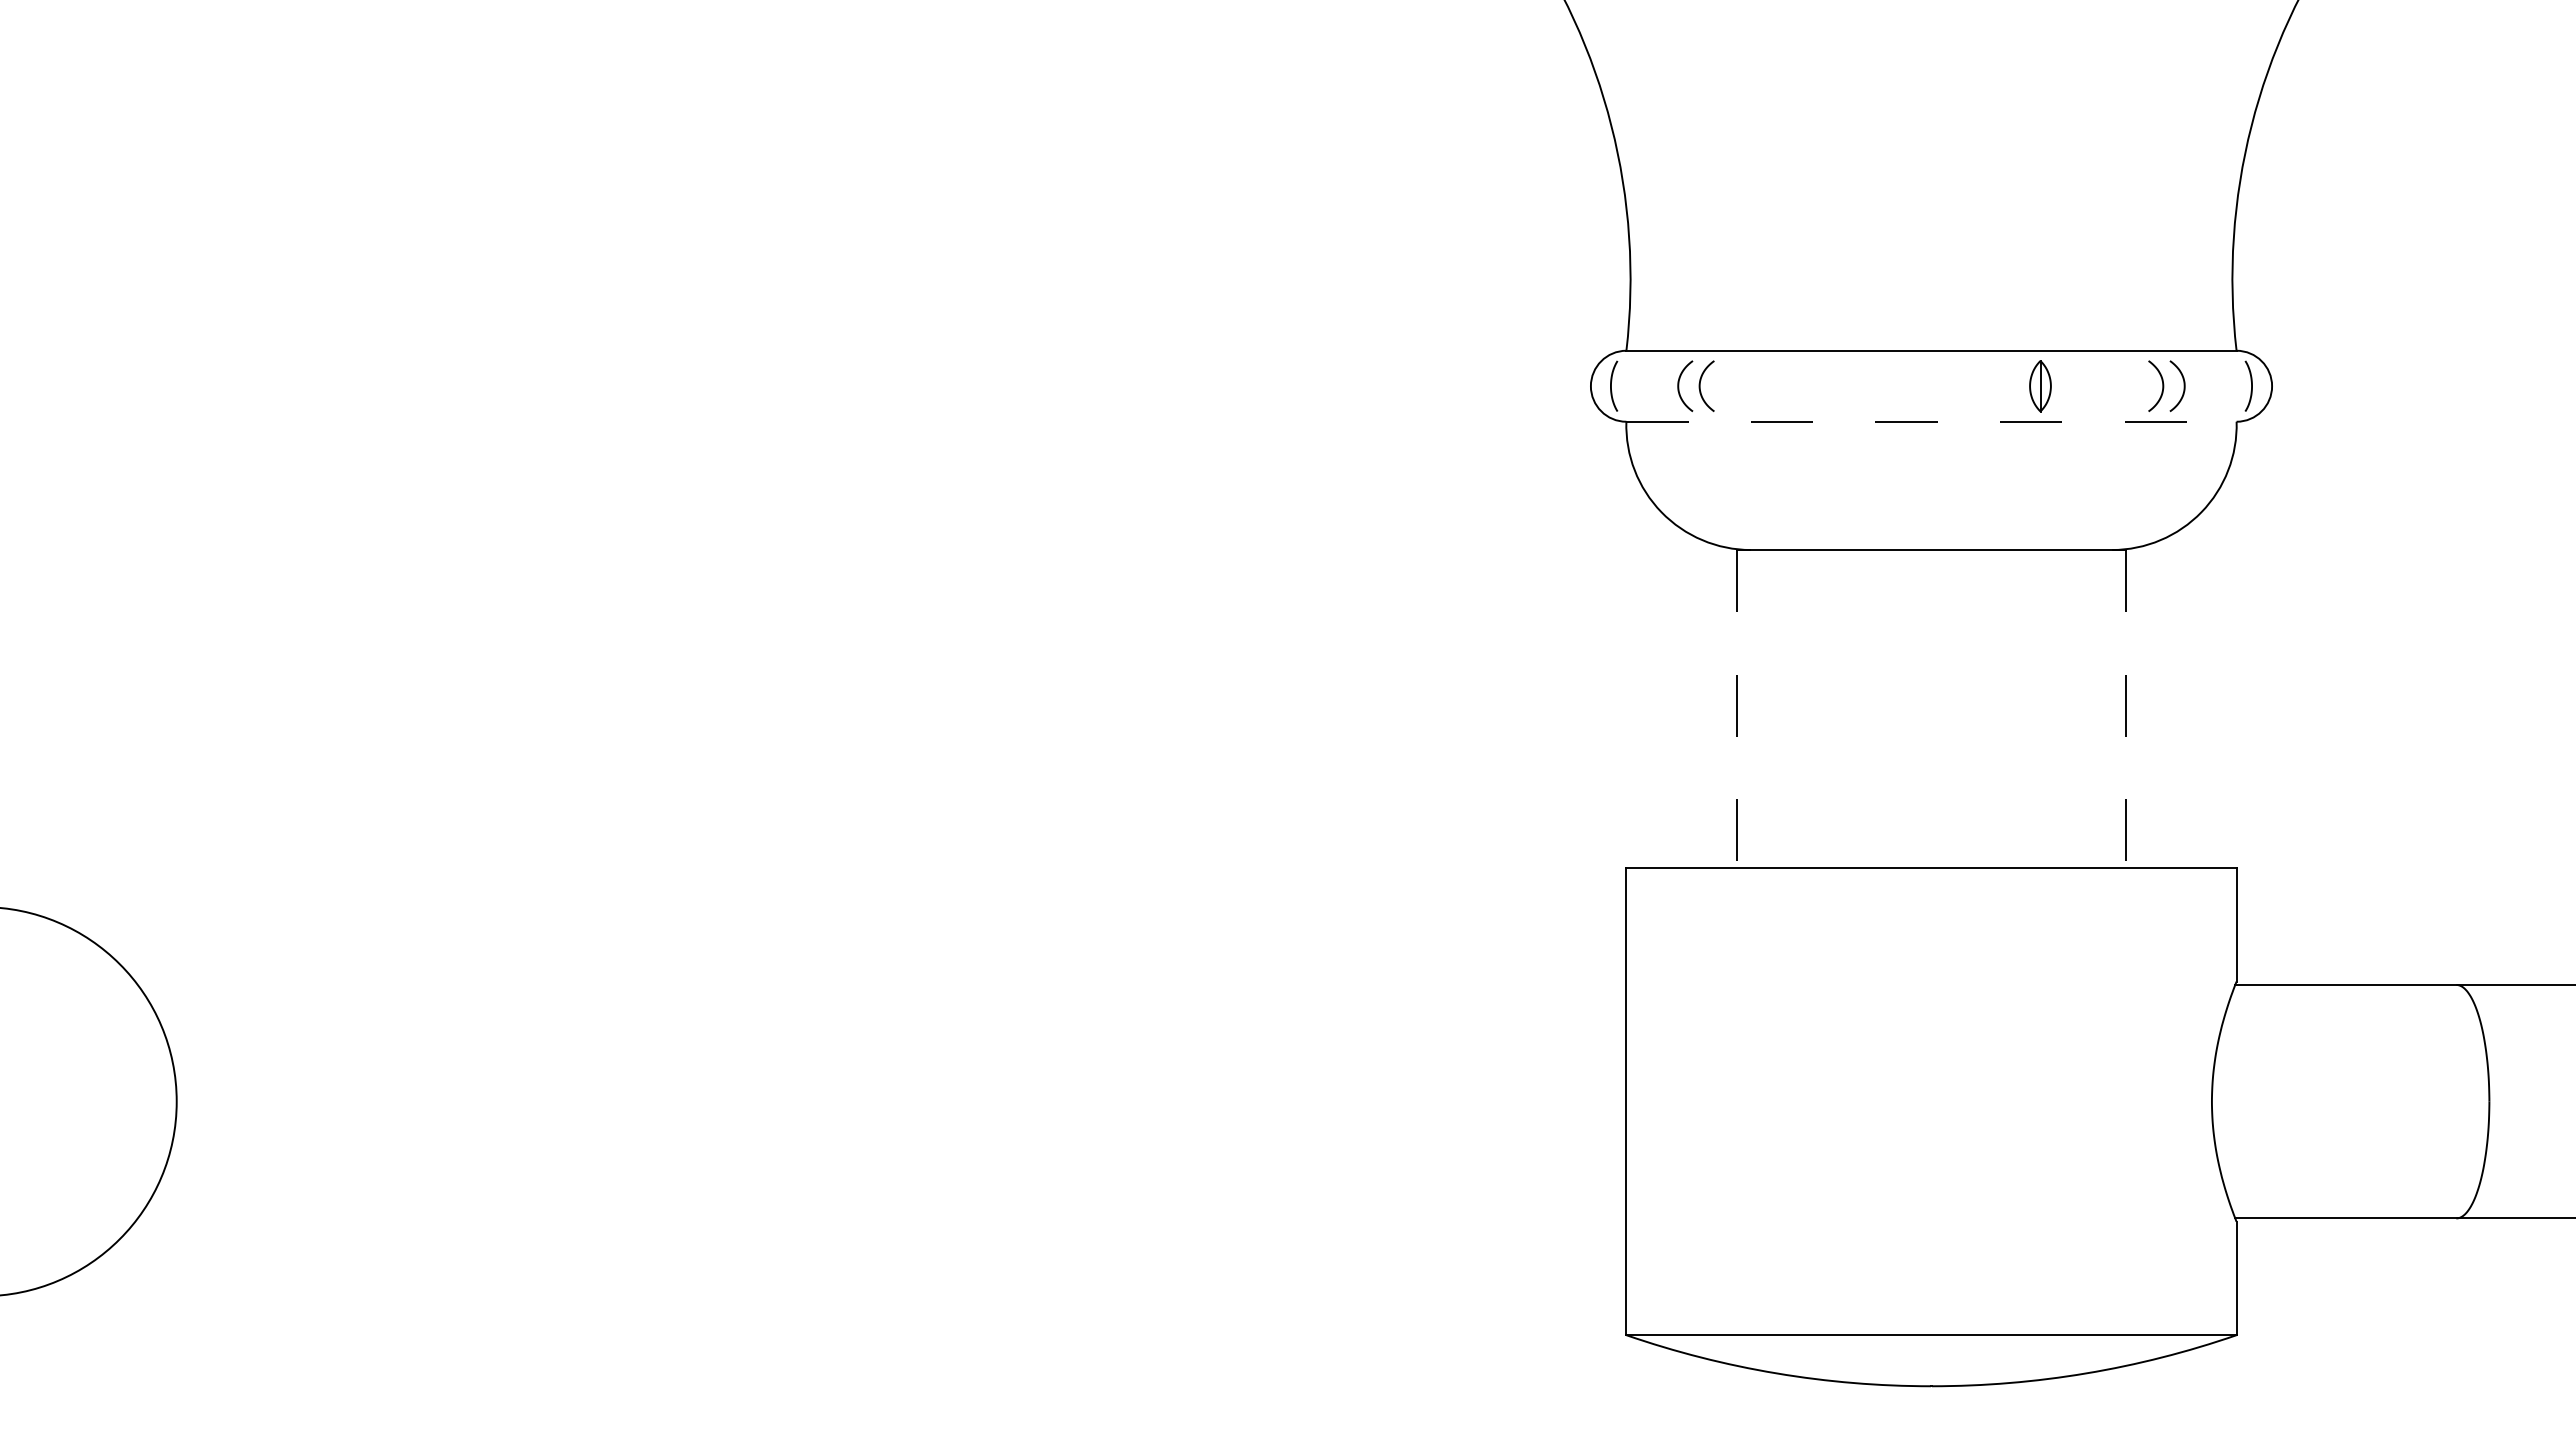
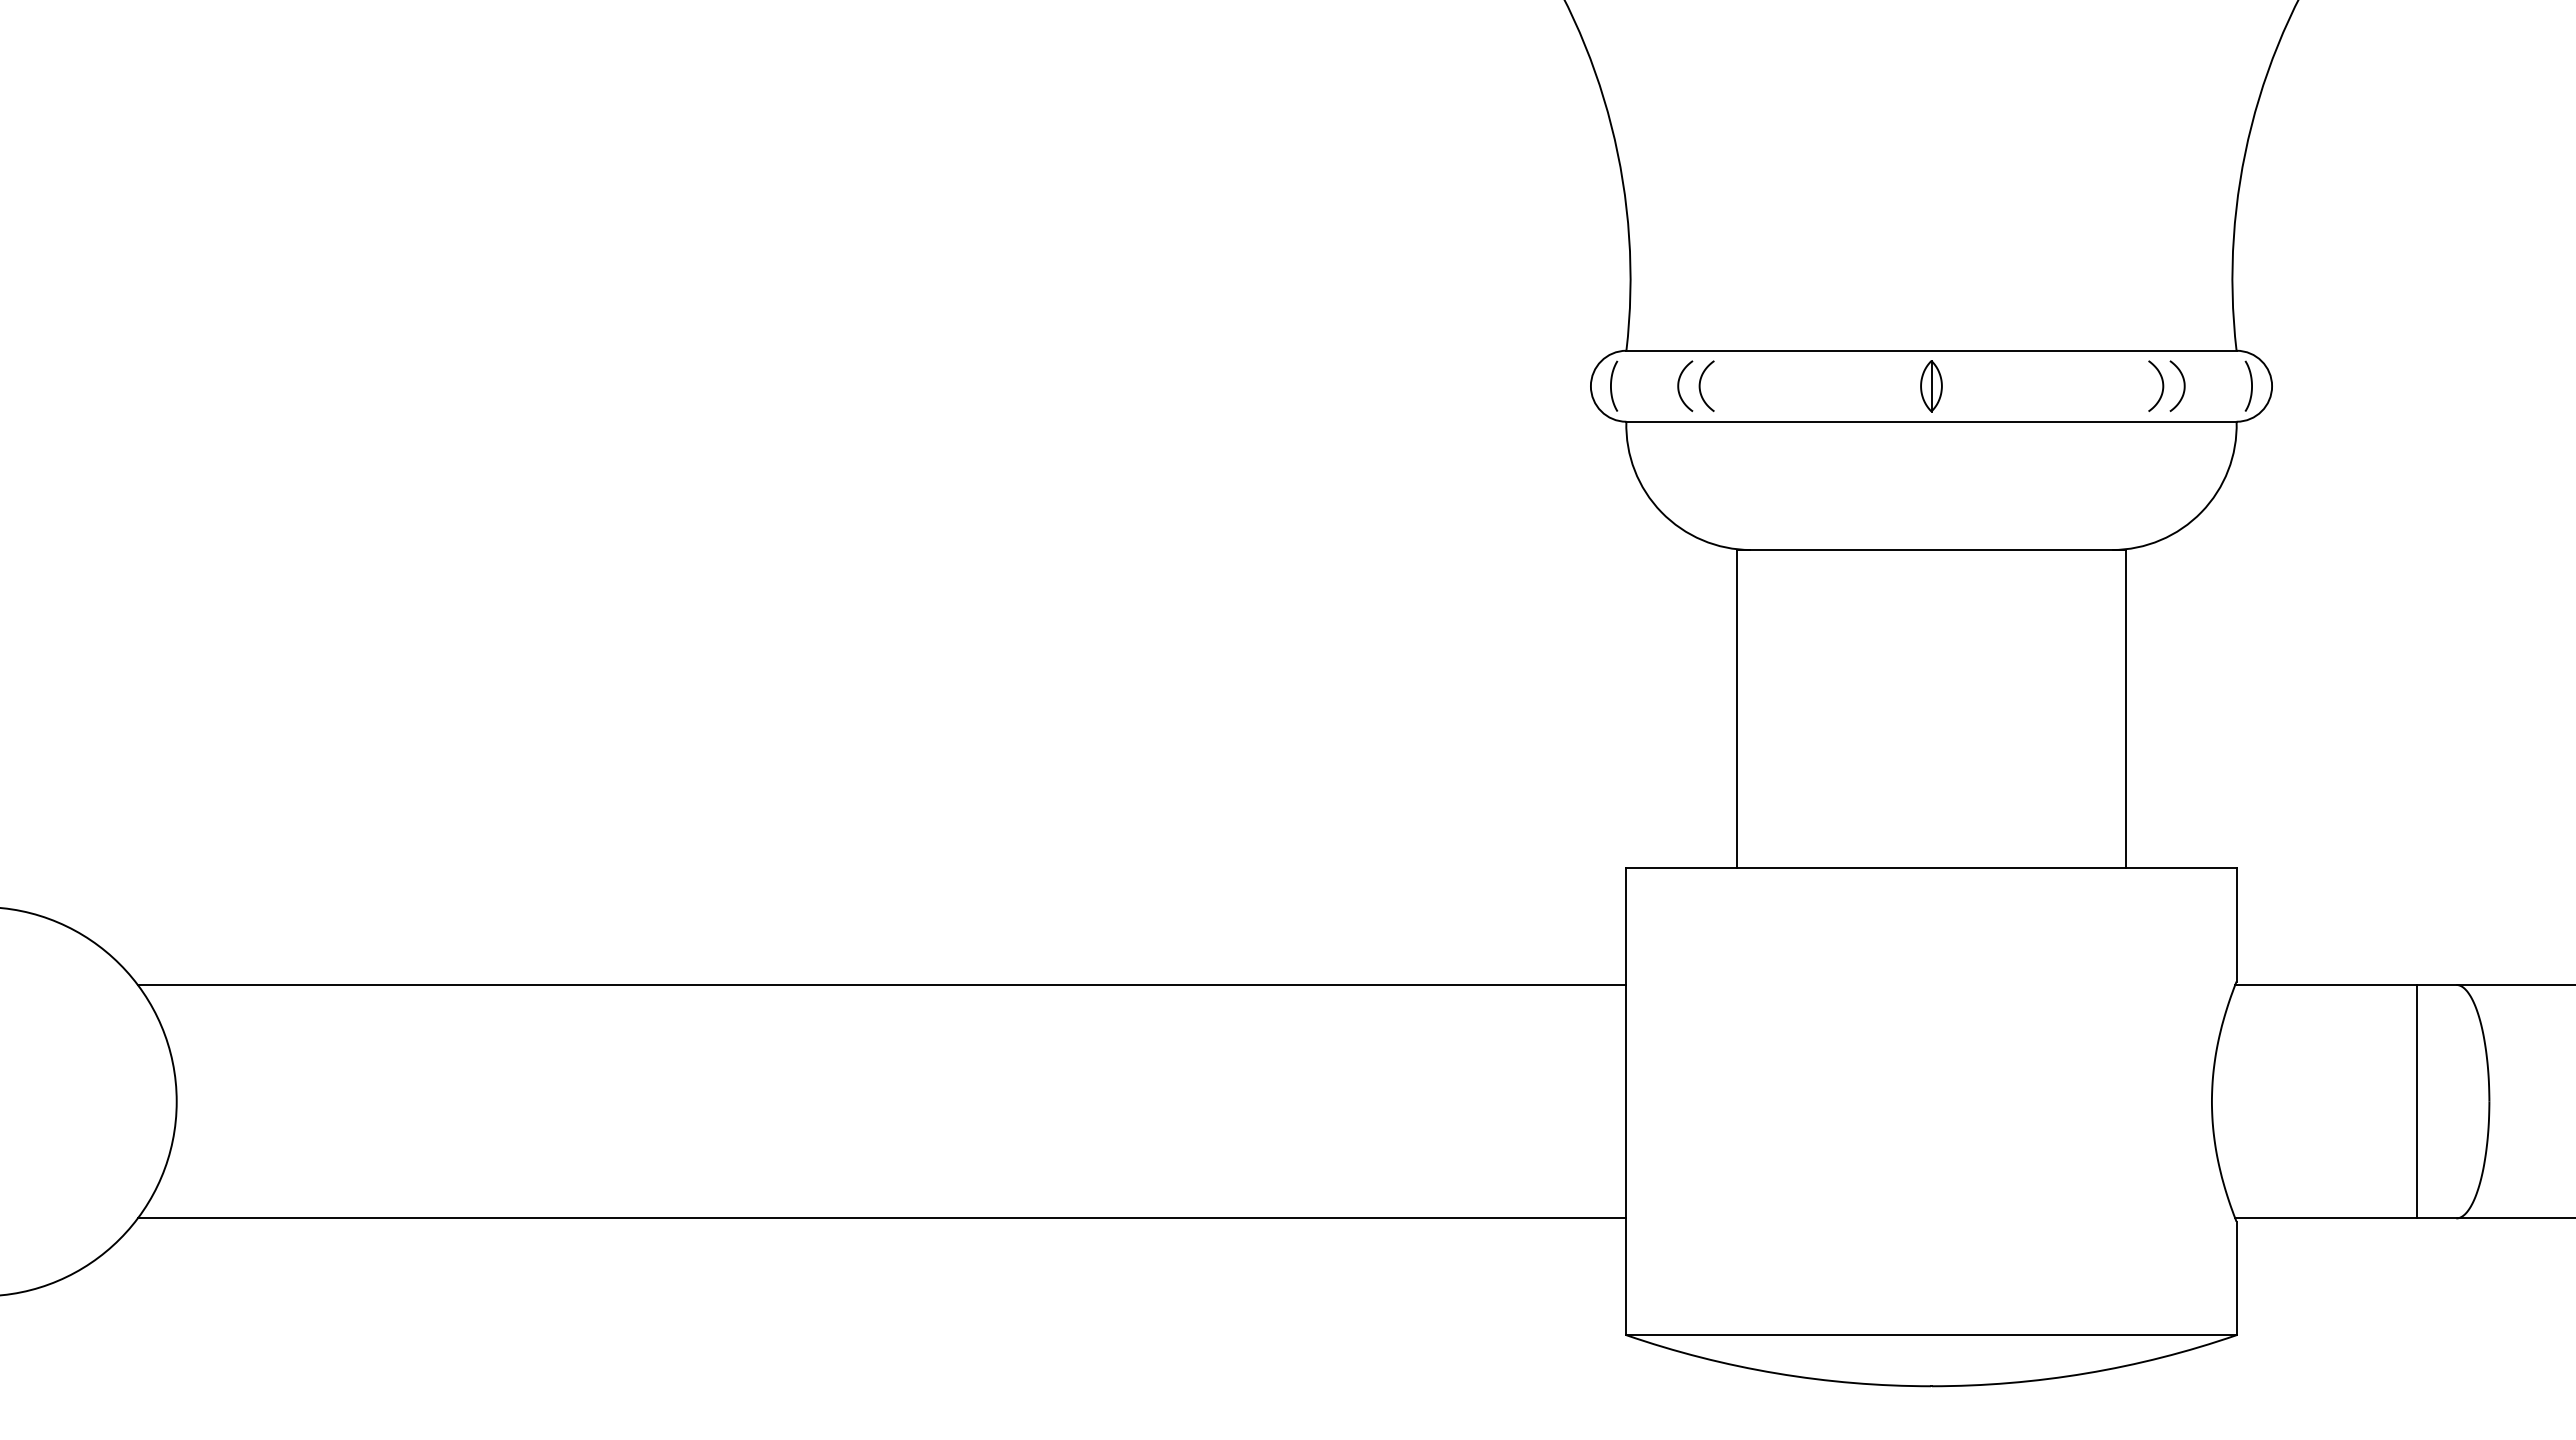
part at (2040, 386) position: (2040, 386) -> (1931, 386)
line at (1932, 421): dashed -> solid
line at (1736, 709): dashed -> solid
line at (2126, 709): dashed -> solid
line at (881, 984): none -> present
line at (2417, 1101): none -> present
line at (881, 1218): none -> present
